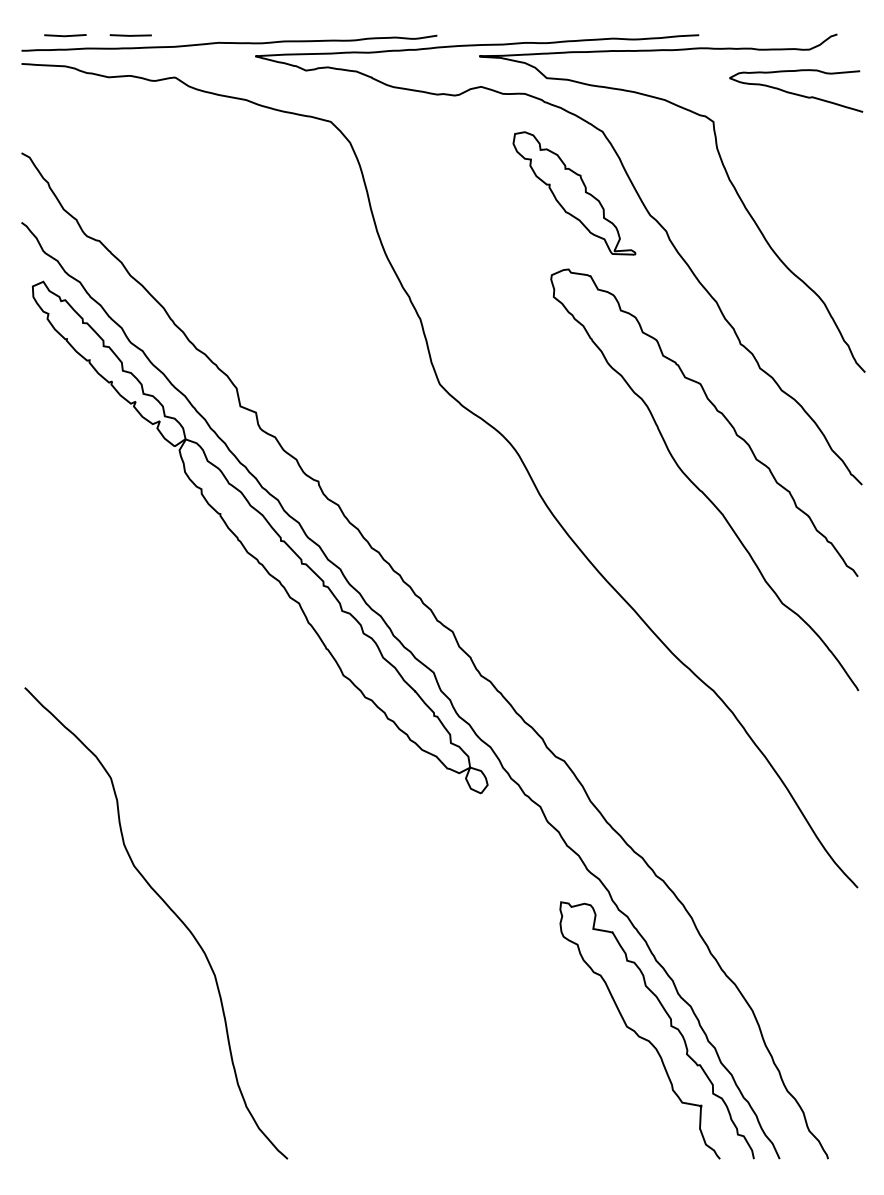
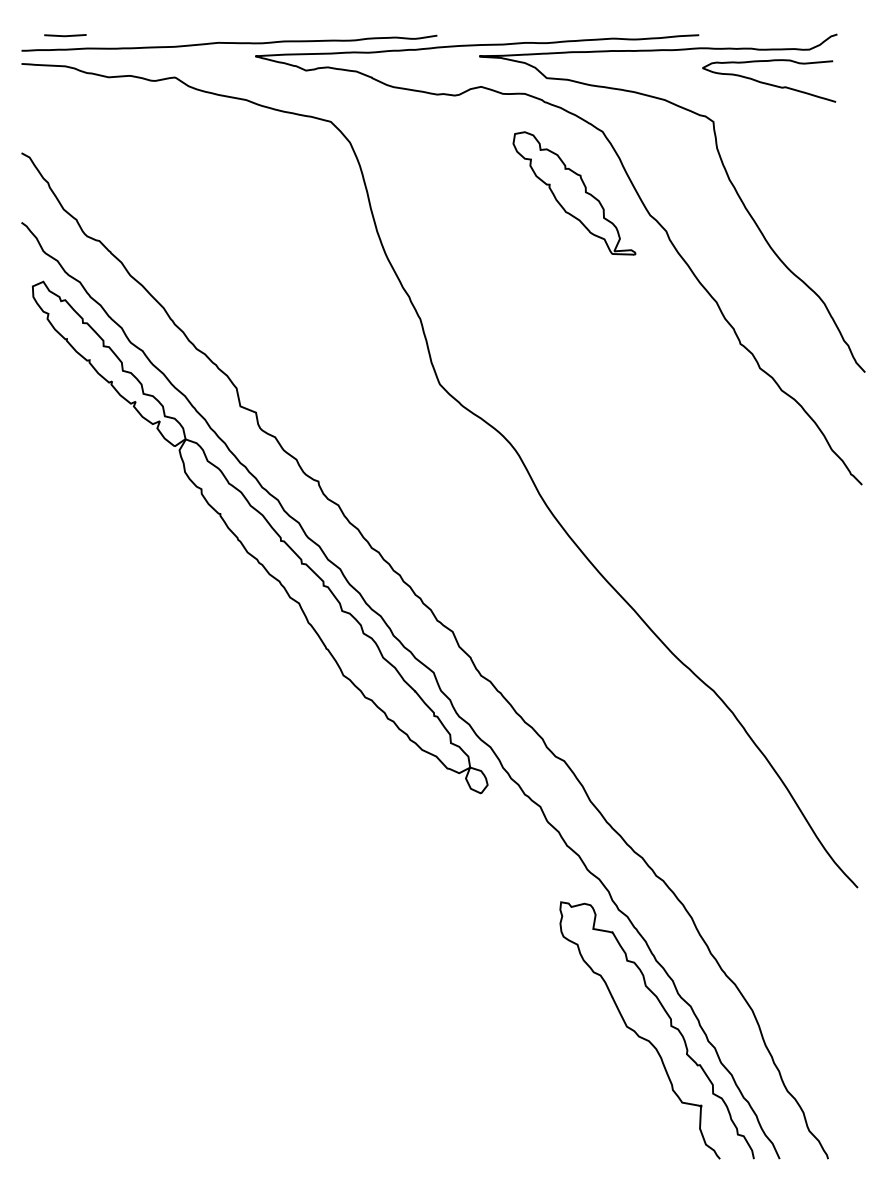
line at (130, 35): present -> none
curve at (796, 93) position: (796, 93) -> (769, 83)
curve at (697, 486): present -> none
curve at (169, 909): present -> none
